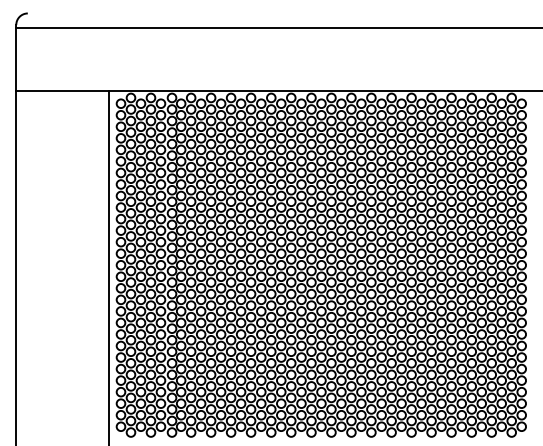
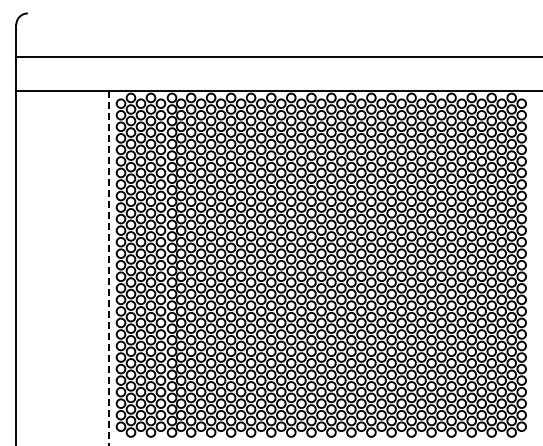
line at (277, 27) position: (277, 27) -> (277, 56)
line at (108, 268): solid -> dashed
